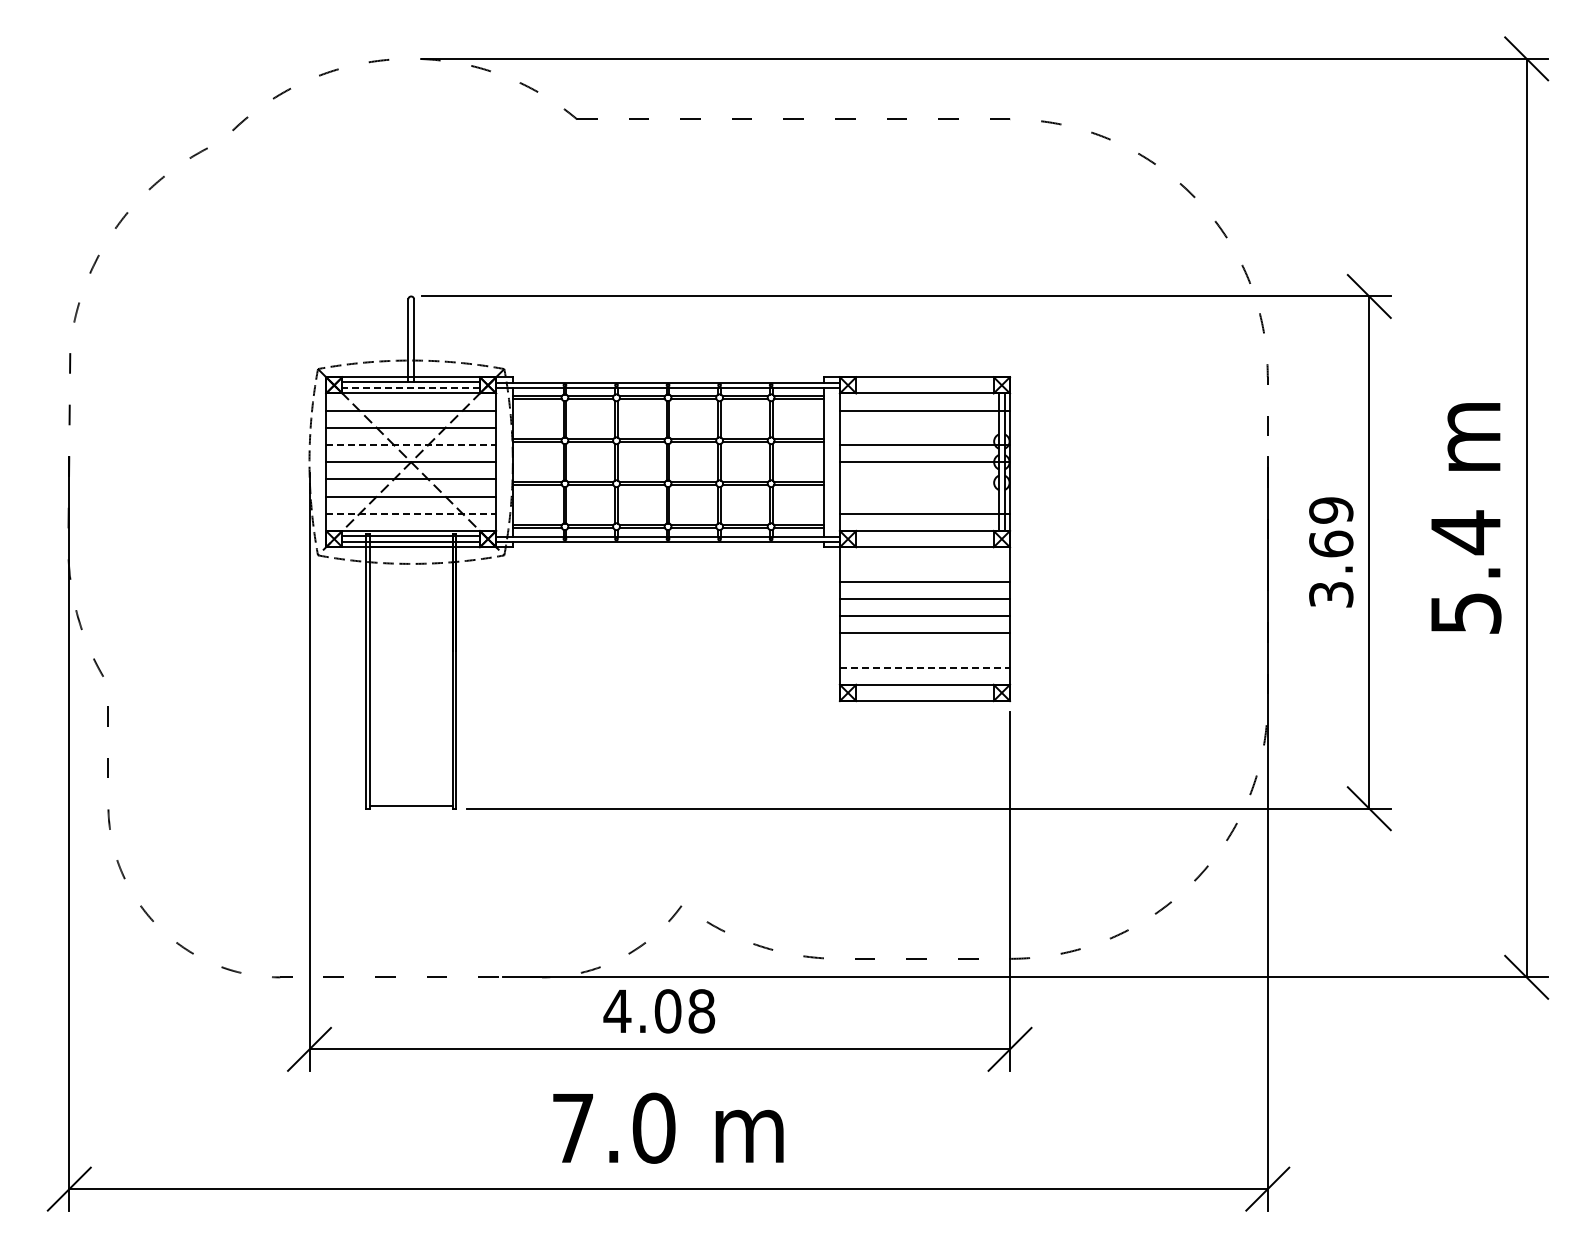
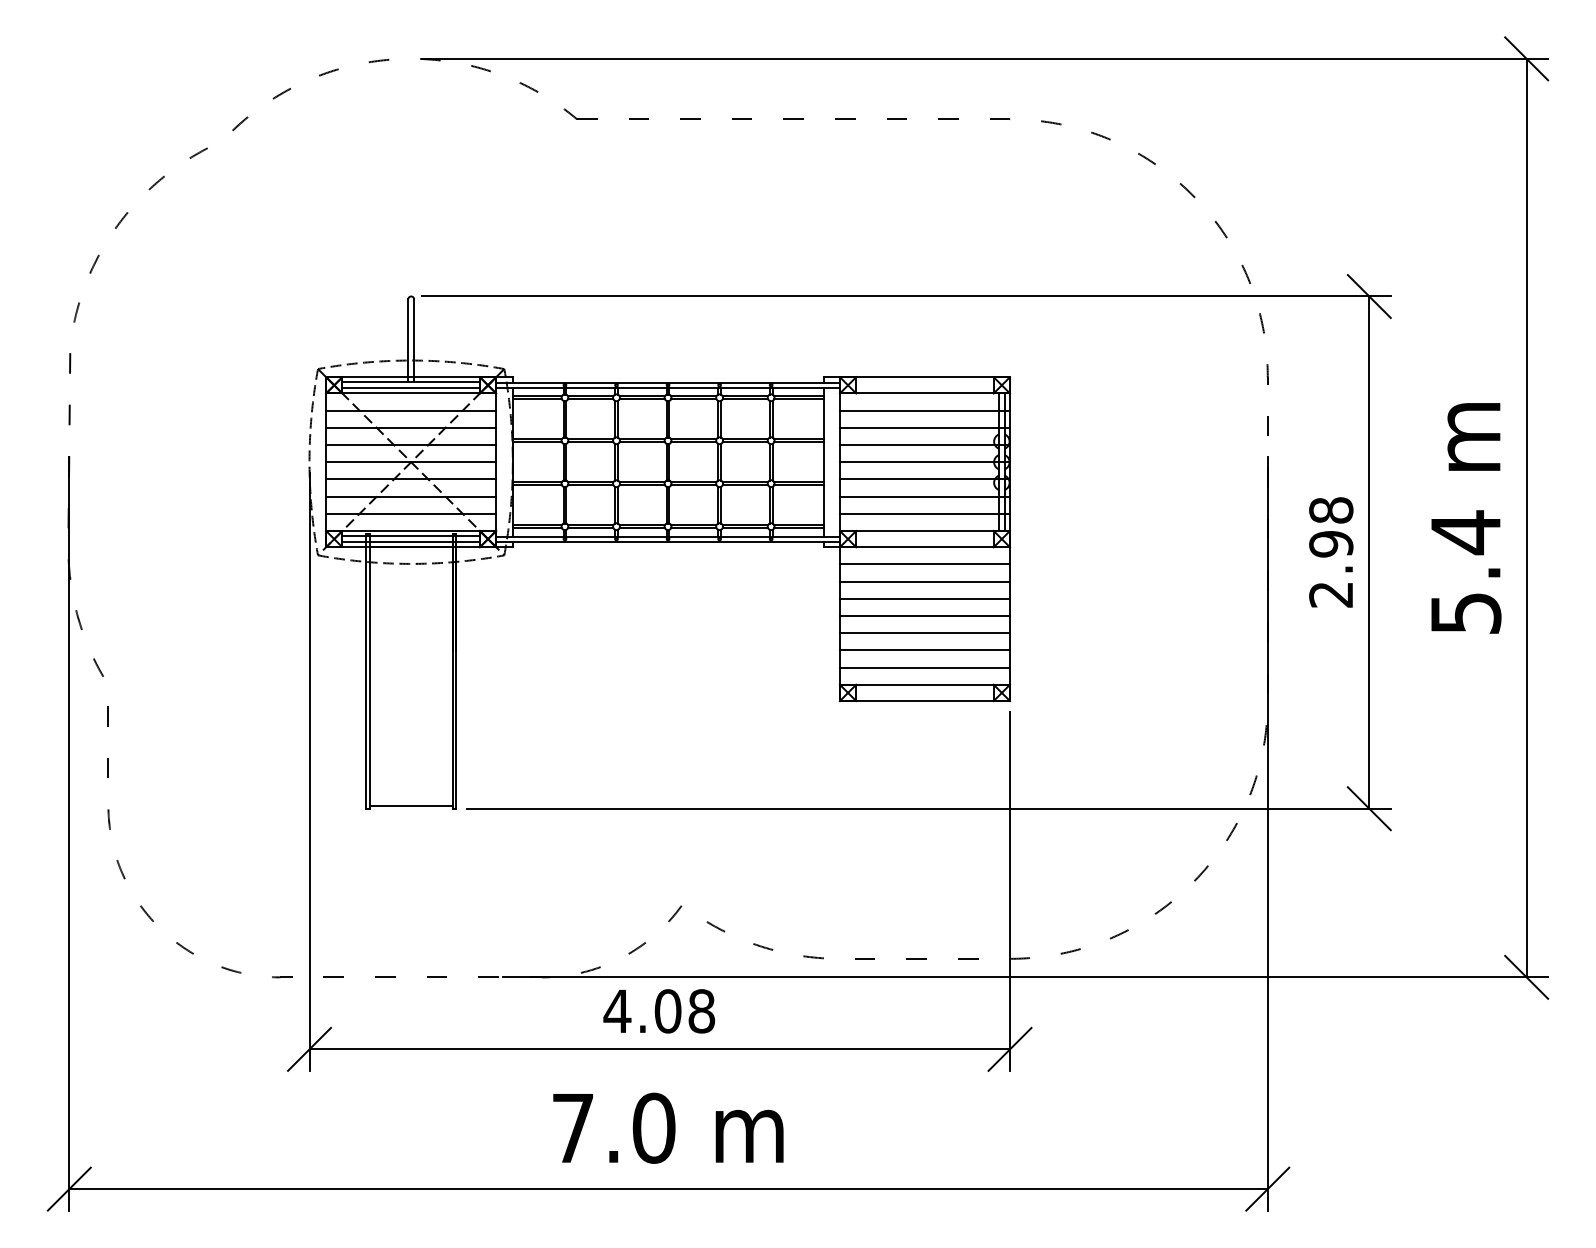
line at (411, 388): dashed -> solid
line at (924, 427): none -> present
line at (411, 445): dashed -> solid
line at (924, 479): none -> present
line at (924, 496): none -> present
line at (411, 513): dashed -> solid
text at (1331, 552): 3.69 -> 2.98
line at (924, 564): none -> present
line at (924, 650): none -> present
line at (925, 667): dashed -> solid
